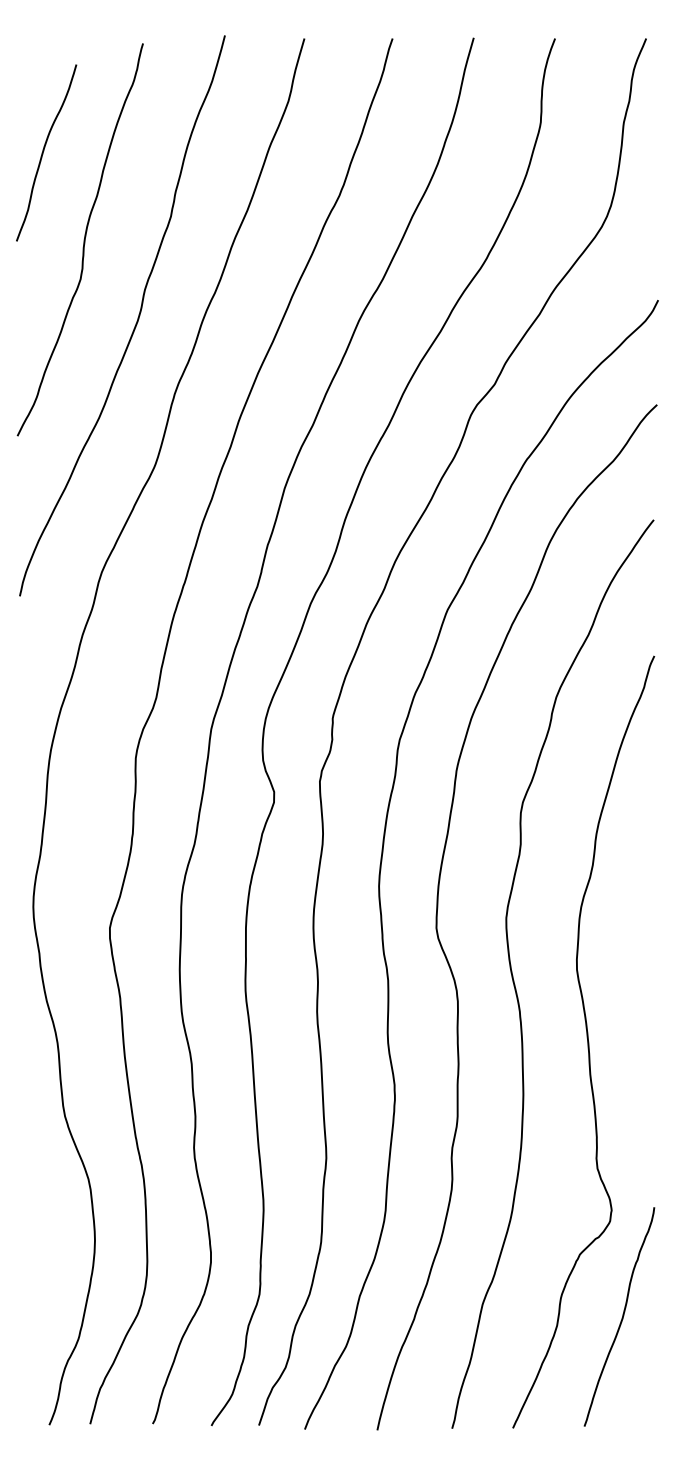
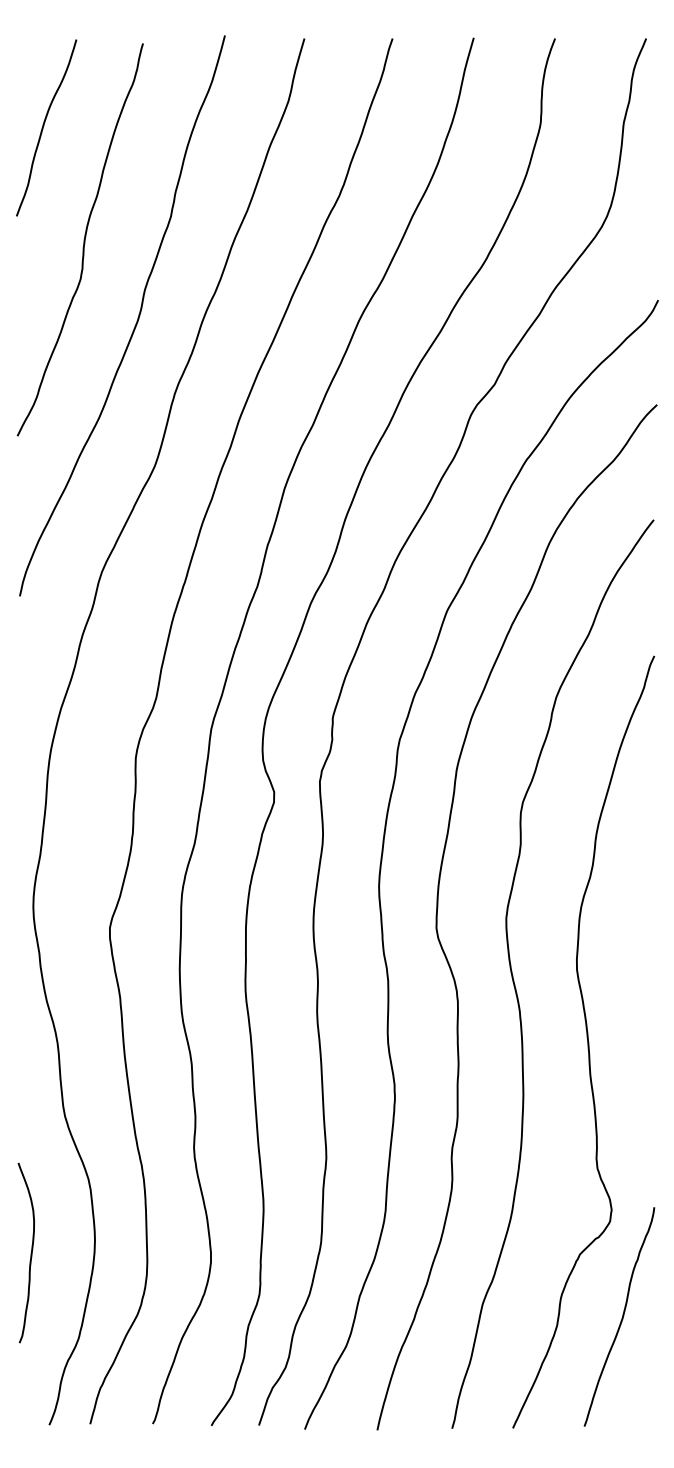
curve at (44, 151) position: (44, 151) -> (44, 126)
curve at (30, 1253): none -> present
